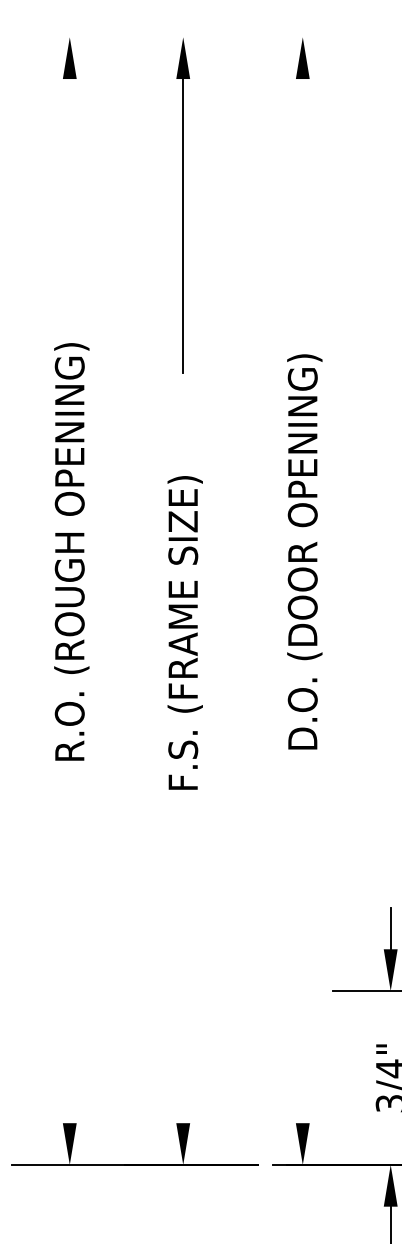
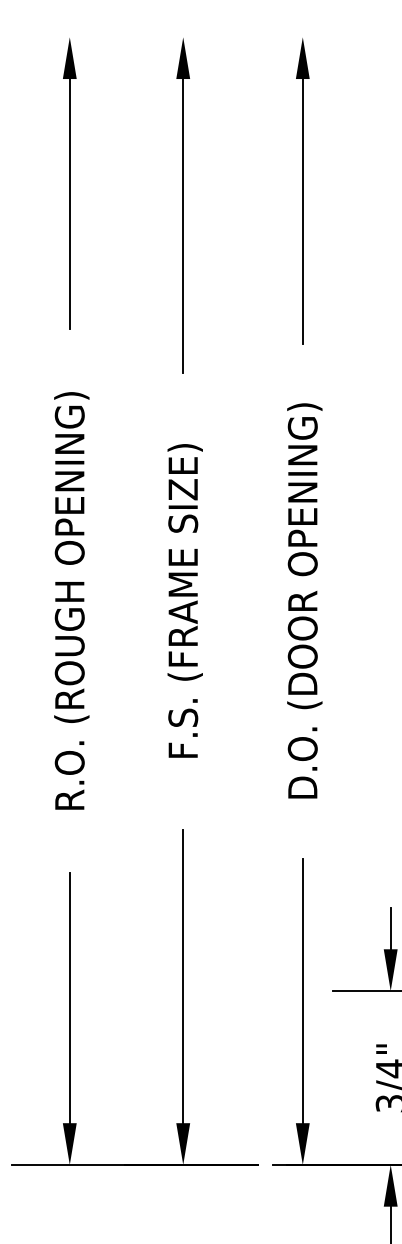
line at (69, 204): none -> present
line at (302, 211): none -> present
text at (71, 551) position: (71, 551) -> (71, 600)
text at (304, 551) position: (304, 551) -> (304, 600)
text at (184, 632) position: (184, 632) -> (184, 600)
line at (183, 976): none -> present
line at (302, 990): none -> present
line at (69, 998): none -> present
